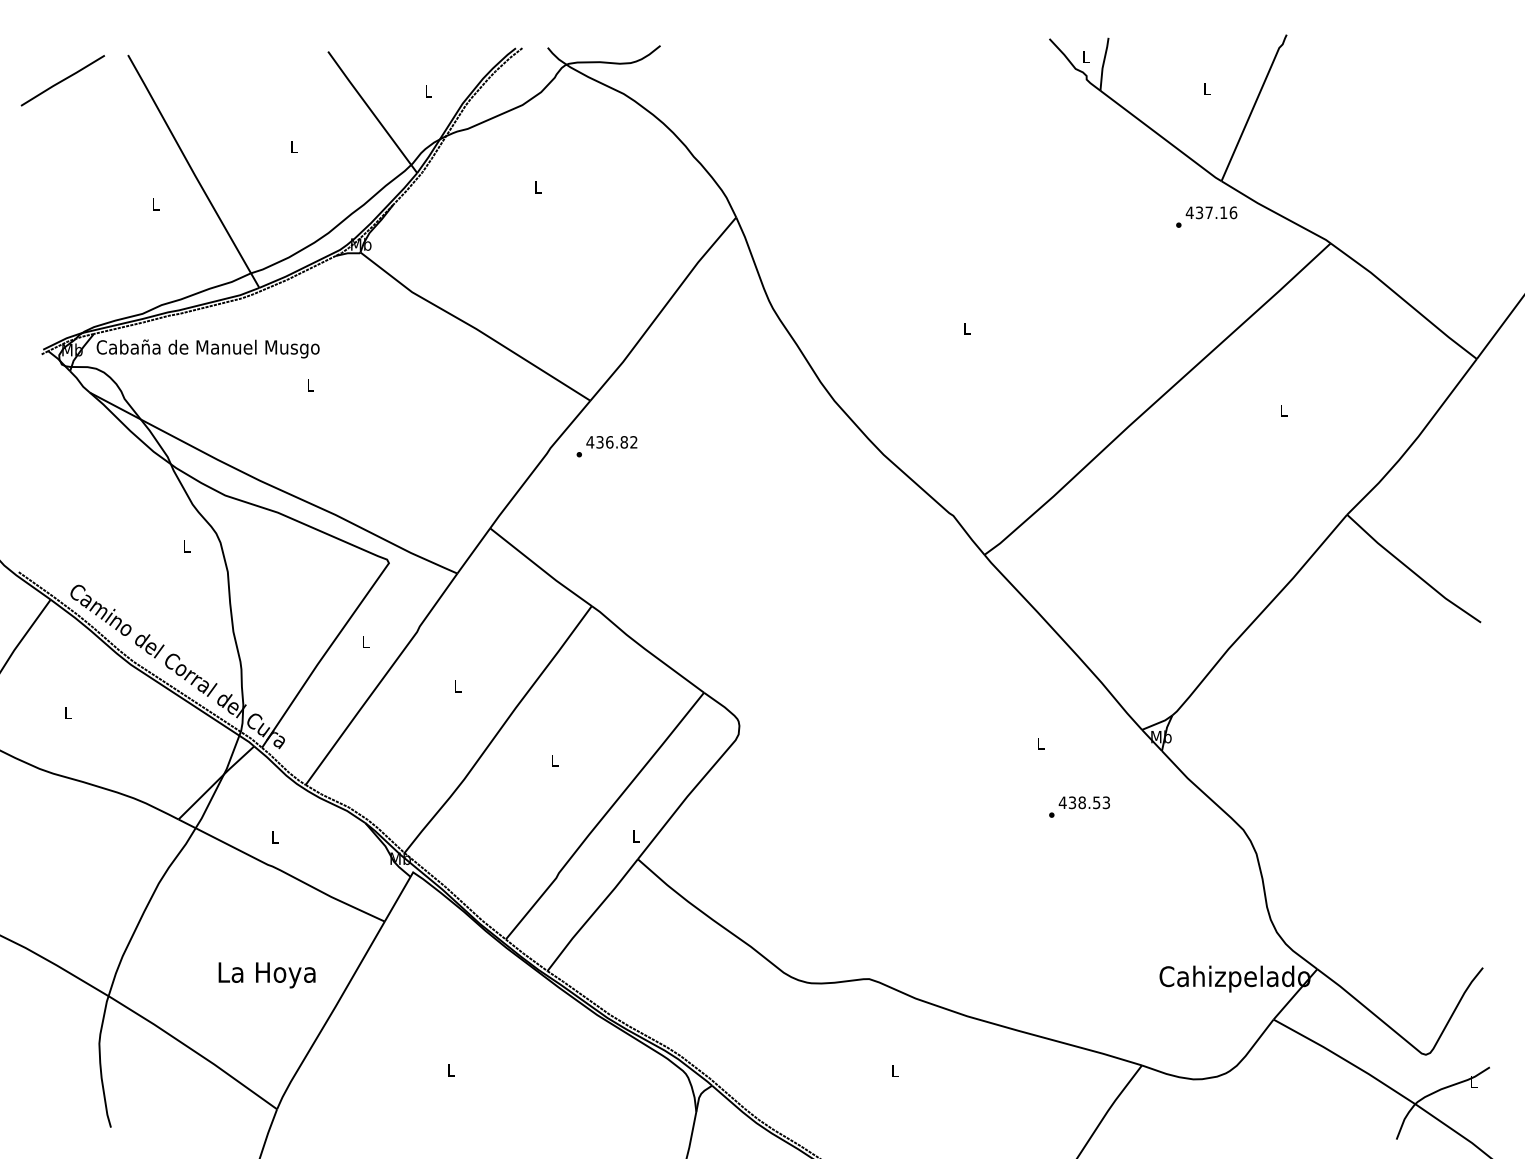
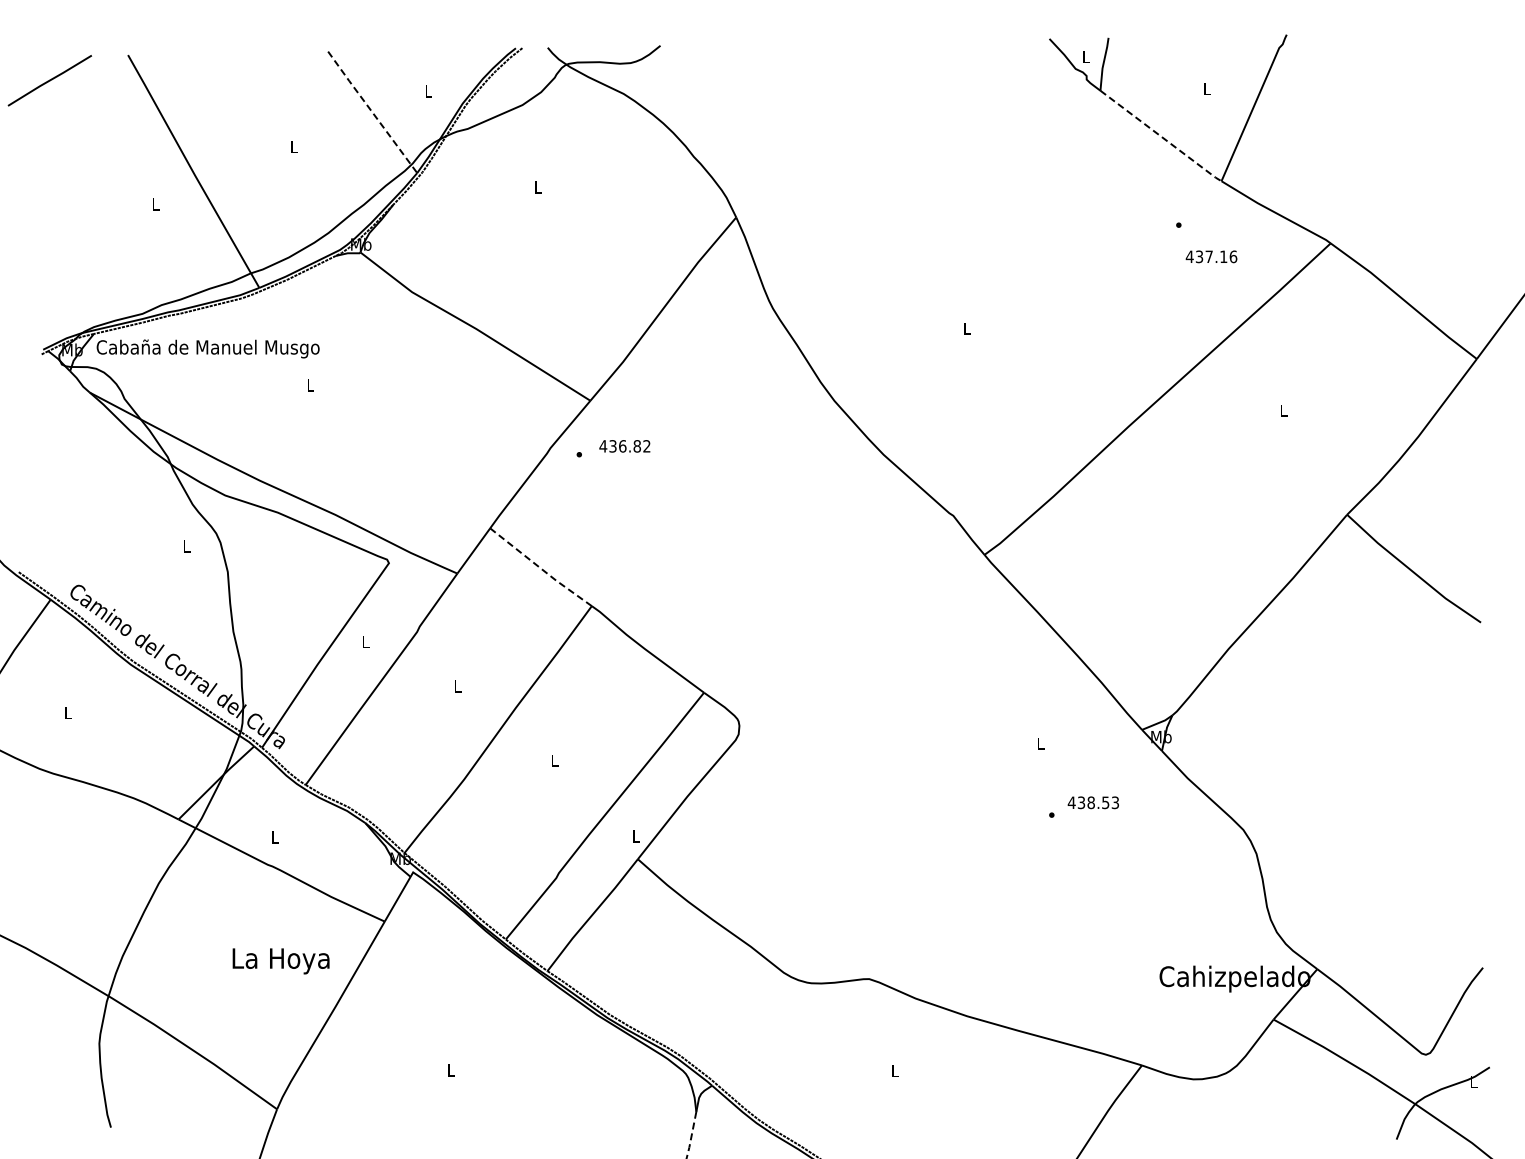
line at (62, 80) position: (62, 80) -> (49, 80)
line at (372, 112): solid -> dashed
line at (1161, 136): solid -> dashed
text at (1211, 212) position: (1211, 212) -> (1211, 256)
text at (611, 442) position: (611, 442) -> (624, 446)
line at (540, 568): solid -> dashed
text at (1083, 802) position: (1083, 802) -> (1092, 802)
text at (266, 975) position: (266, 975) -> (280, 961)
line at (691, 1135): solid -> dashed
